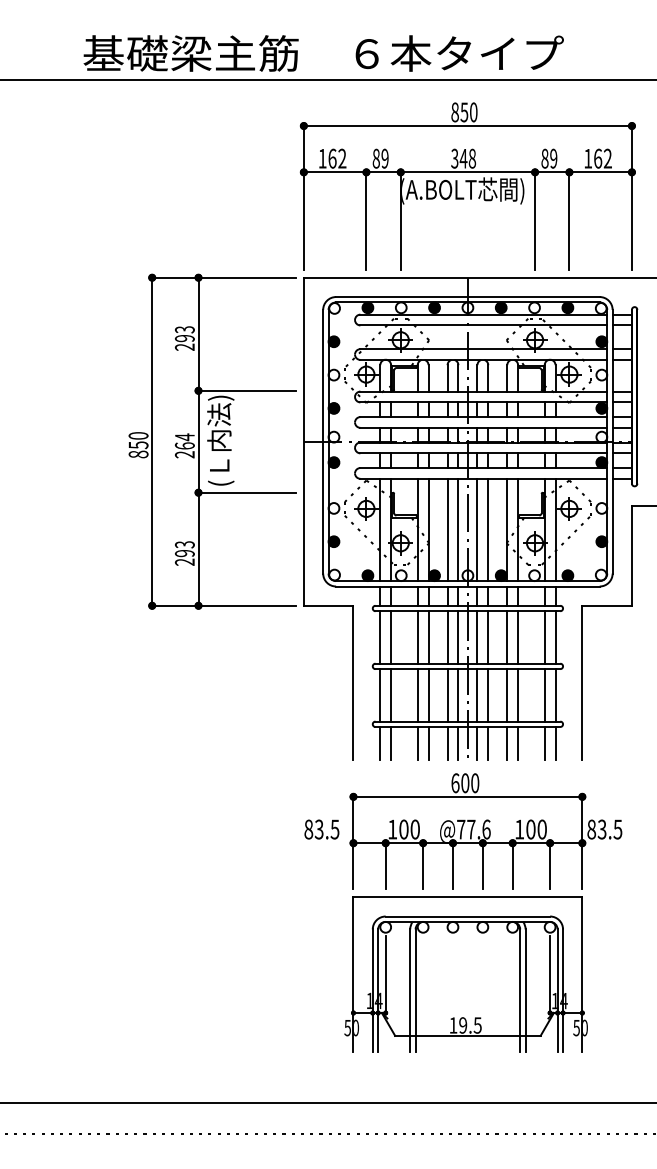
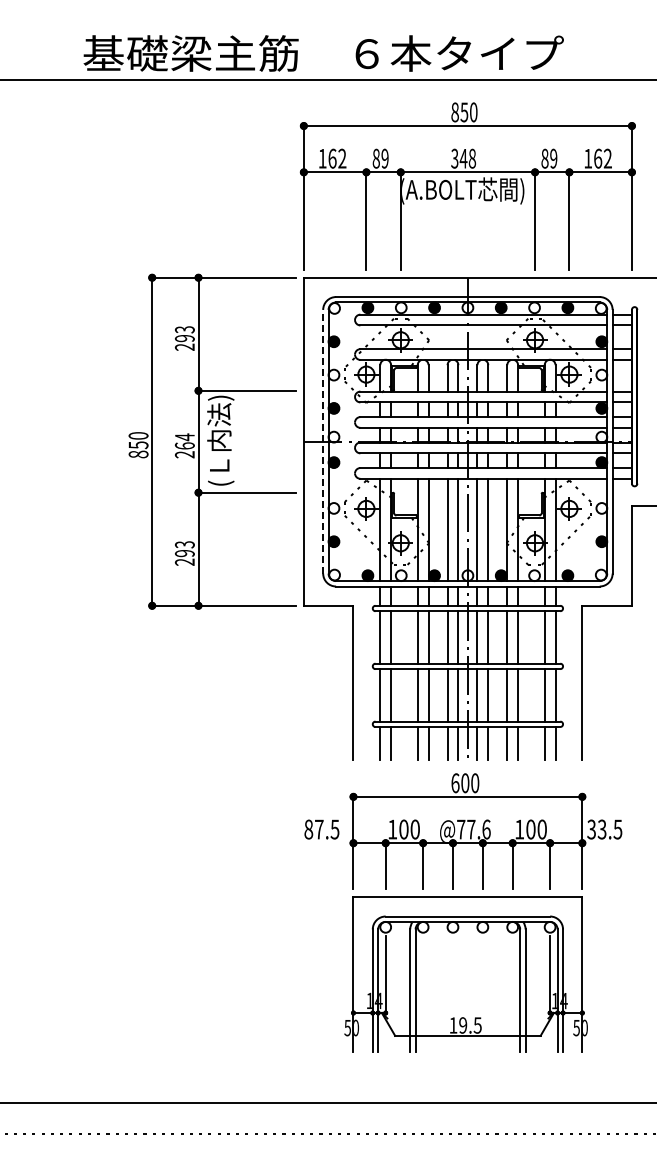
line at (323, 441): solid -> dashed
text at (318, 829): 83.5 -> 87.5
text at (591, 829): 83.5 -> 33.5
